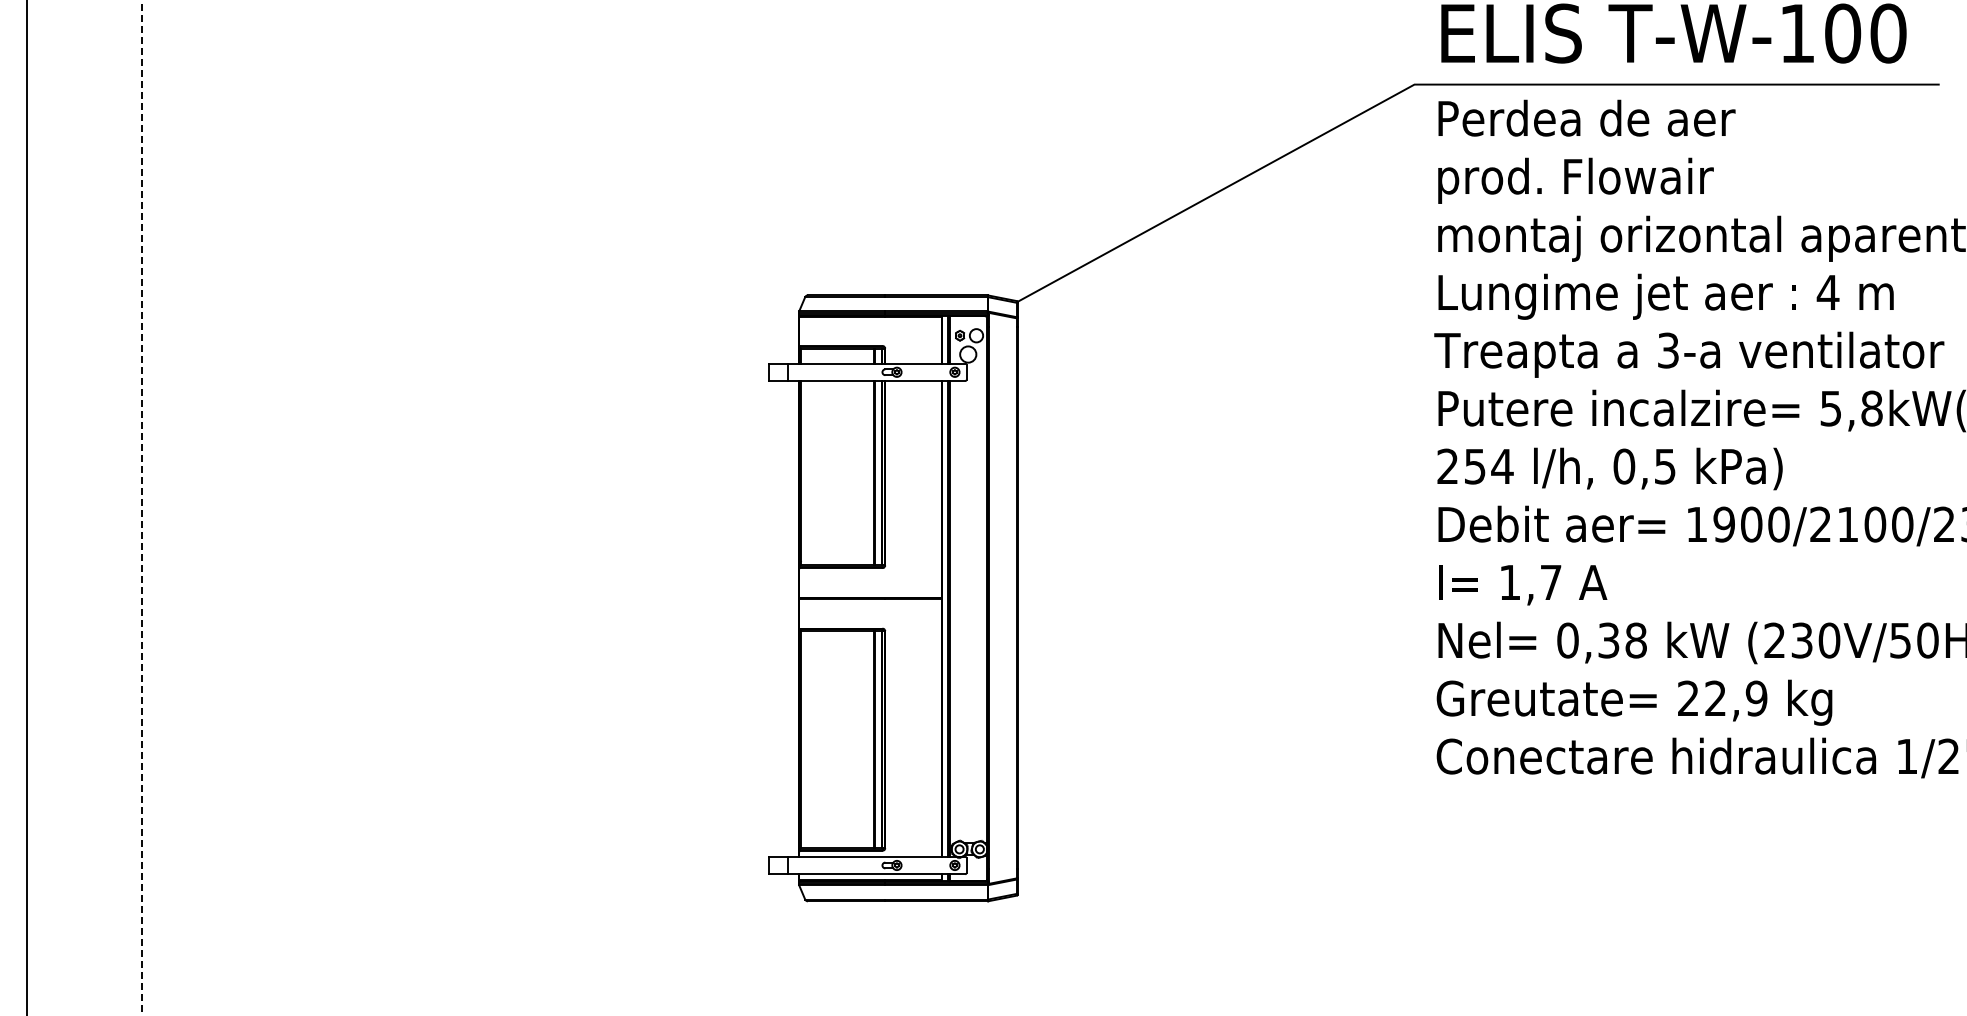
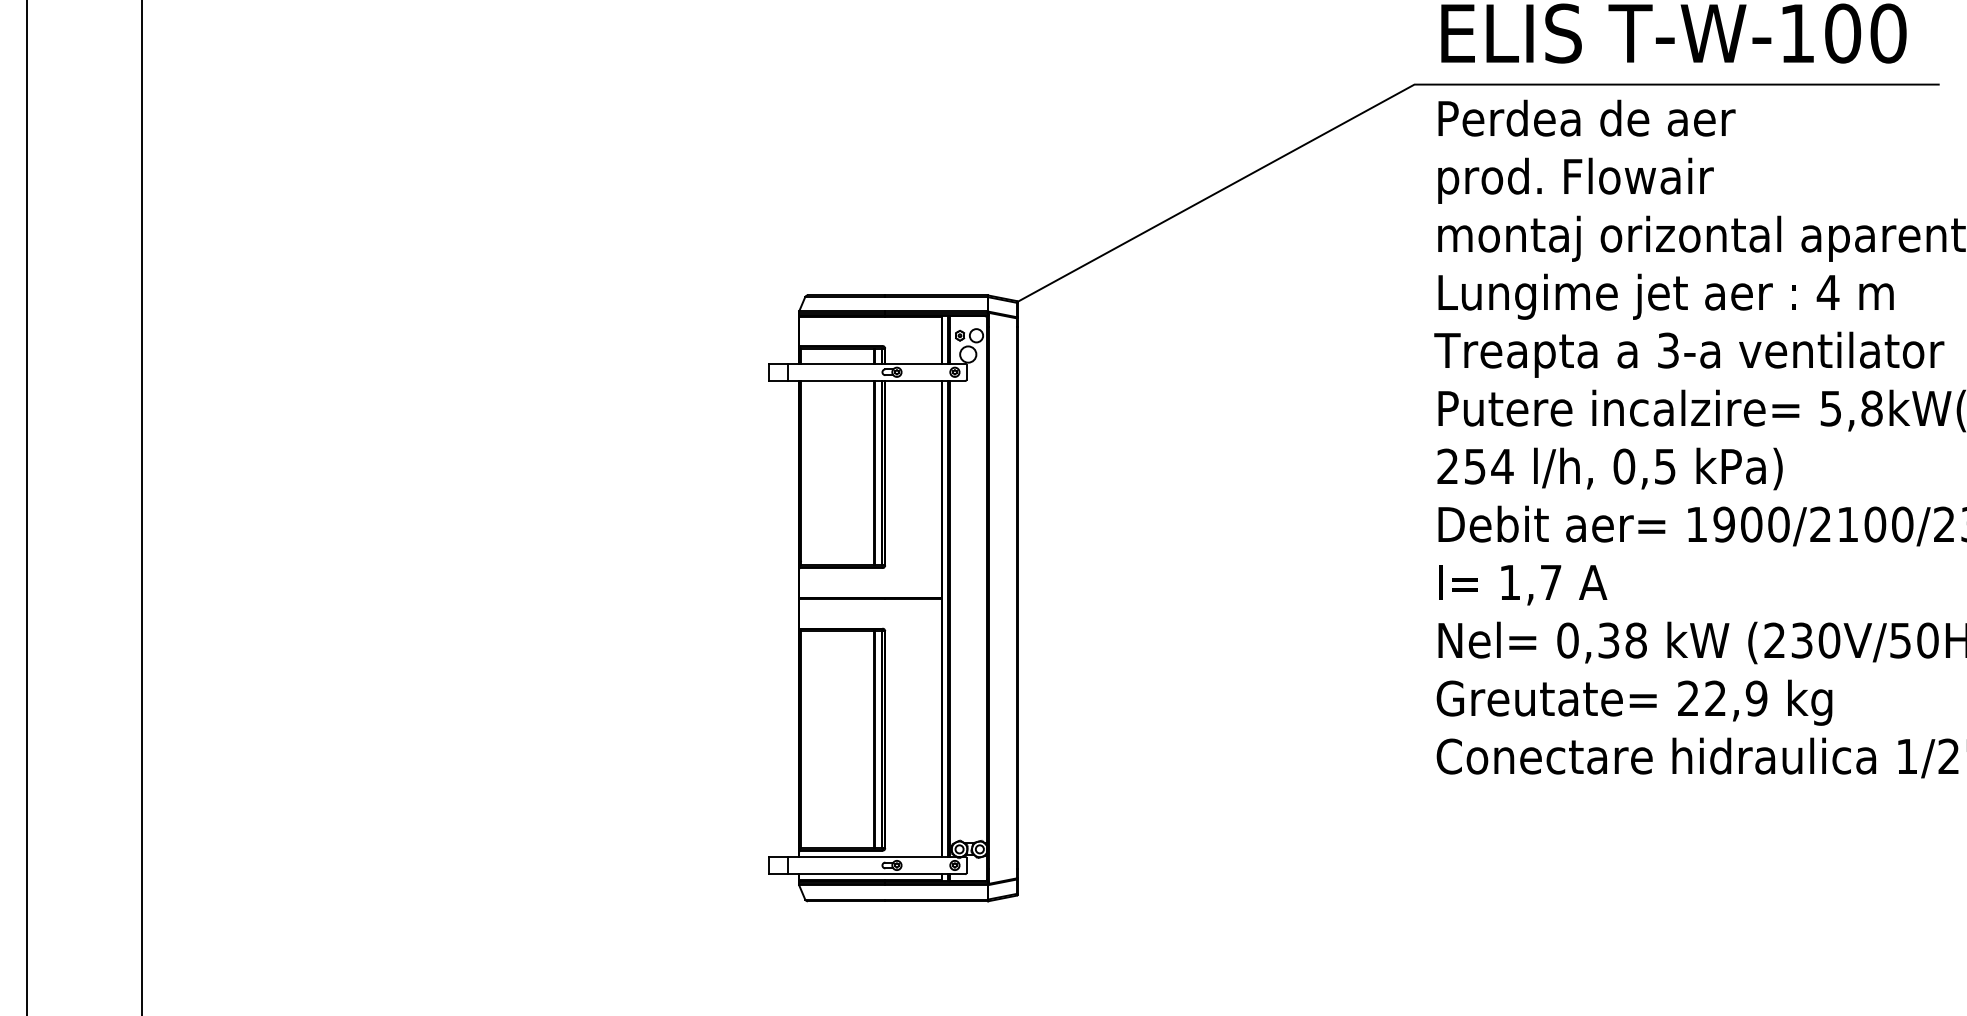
line at (142, 508): dashed -> solid
